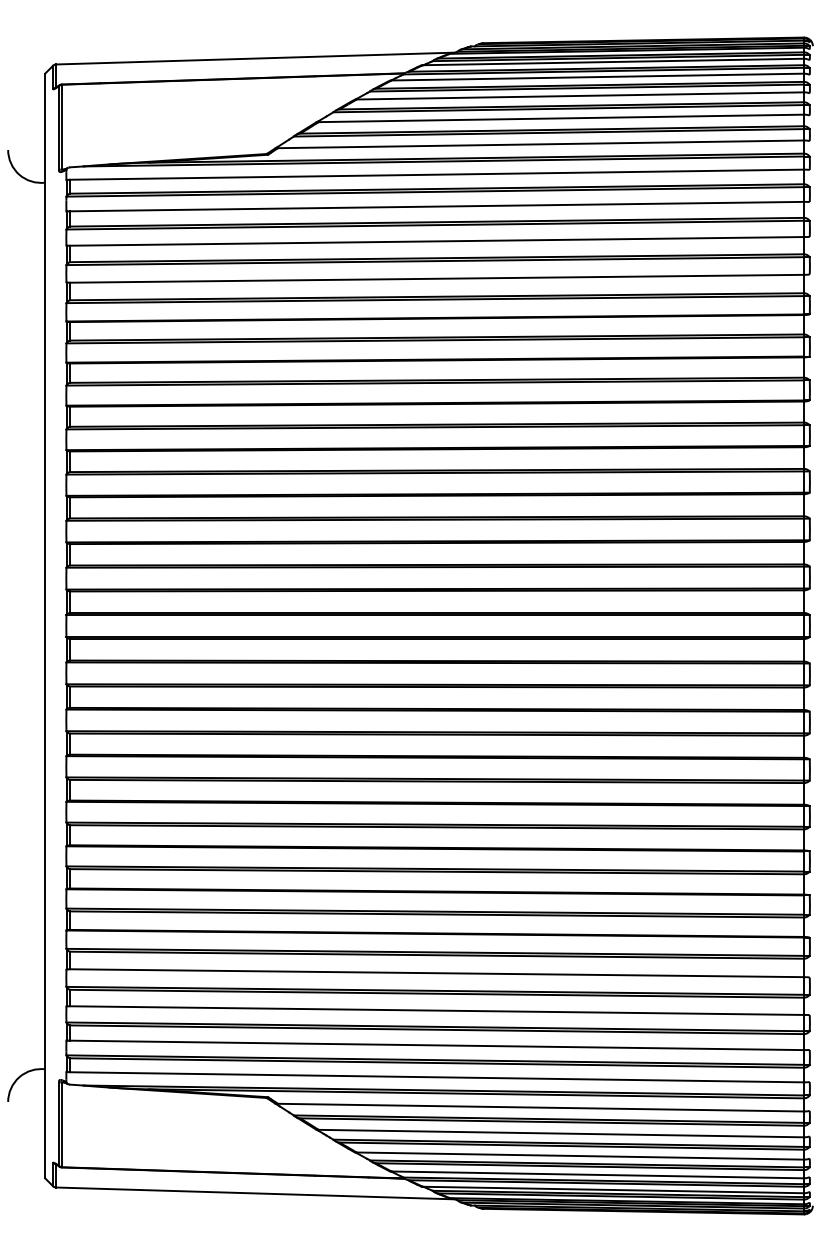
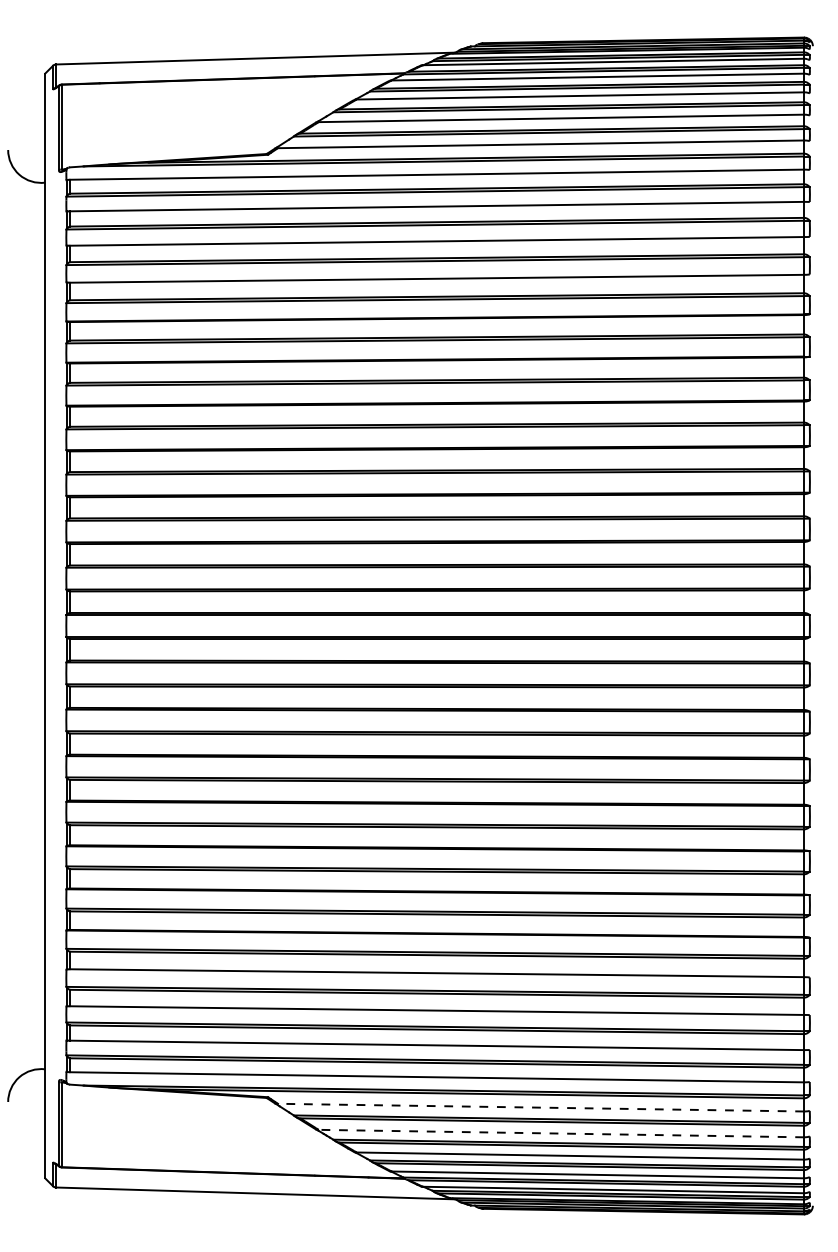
line at (540, 1107): solid -> dashed
line at (561, 1133): solid -> dashed
